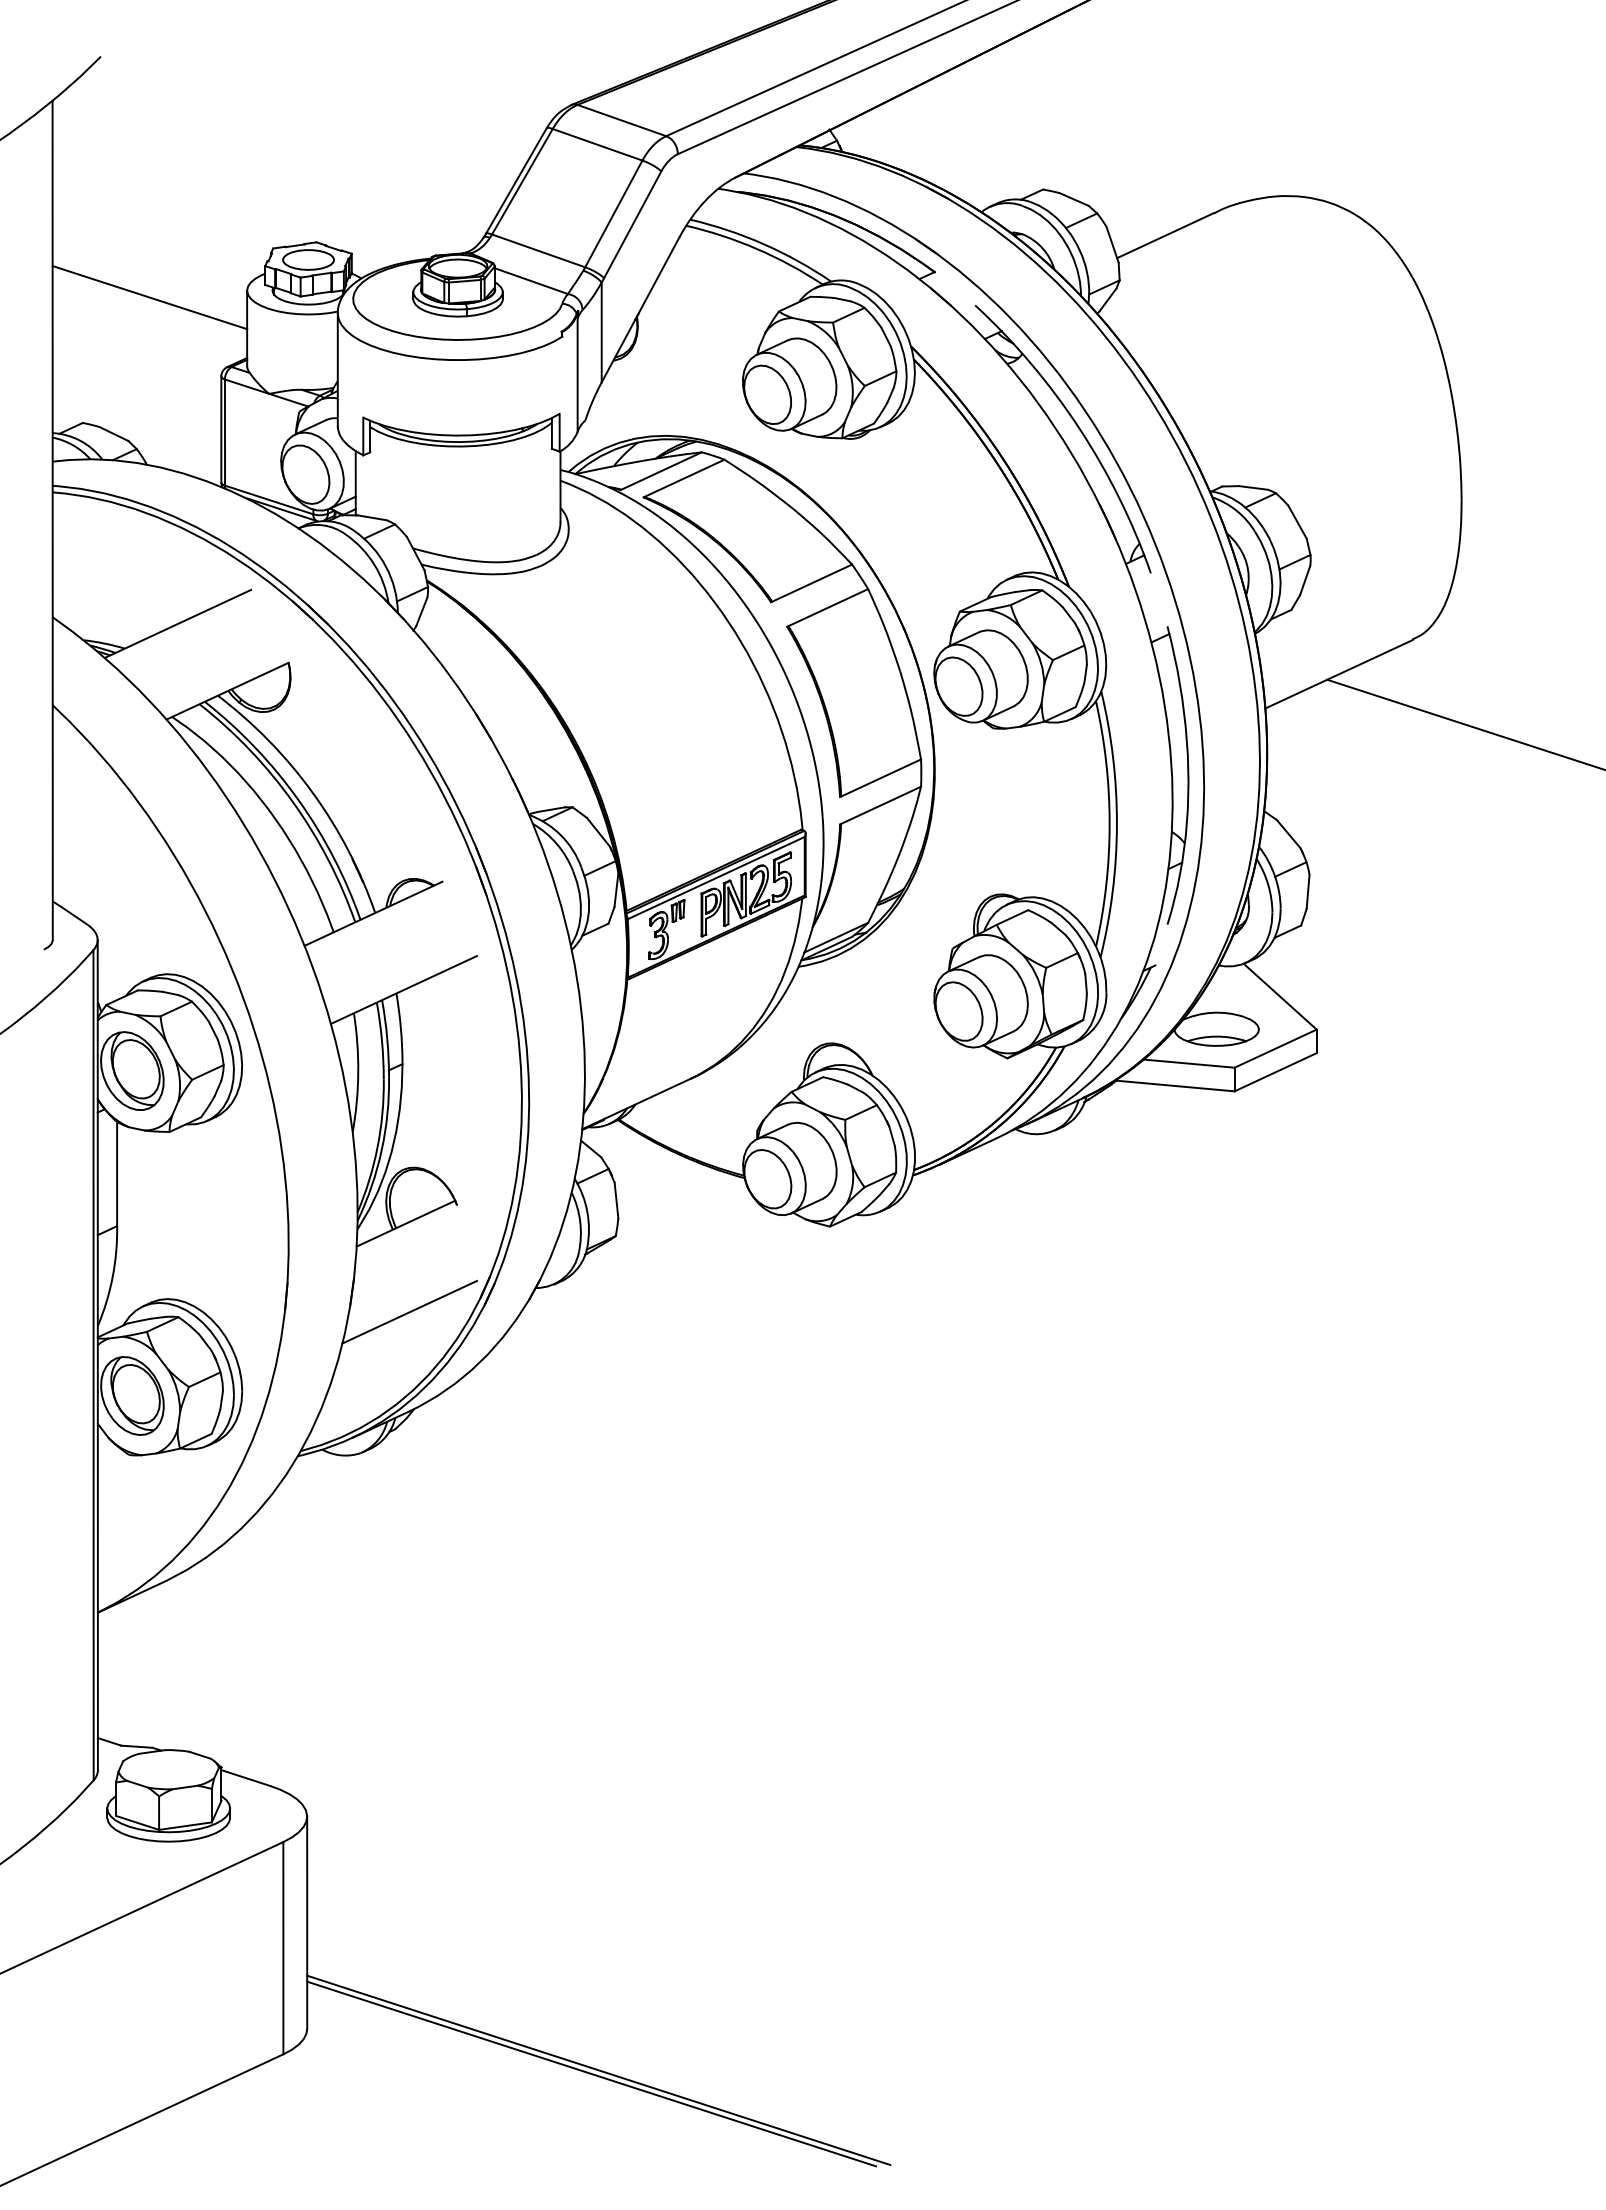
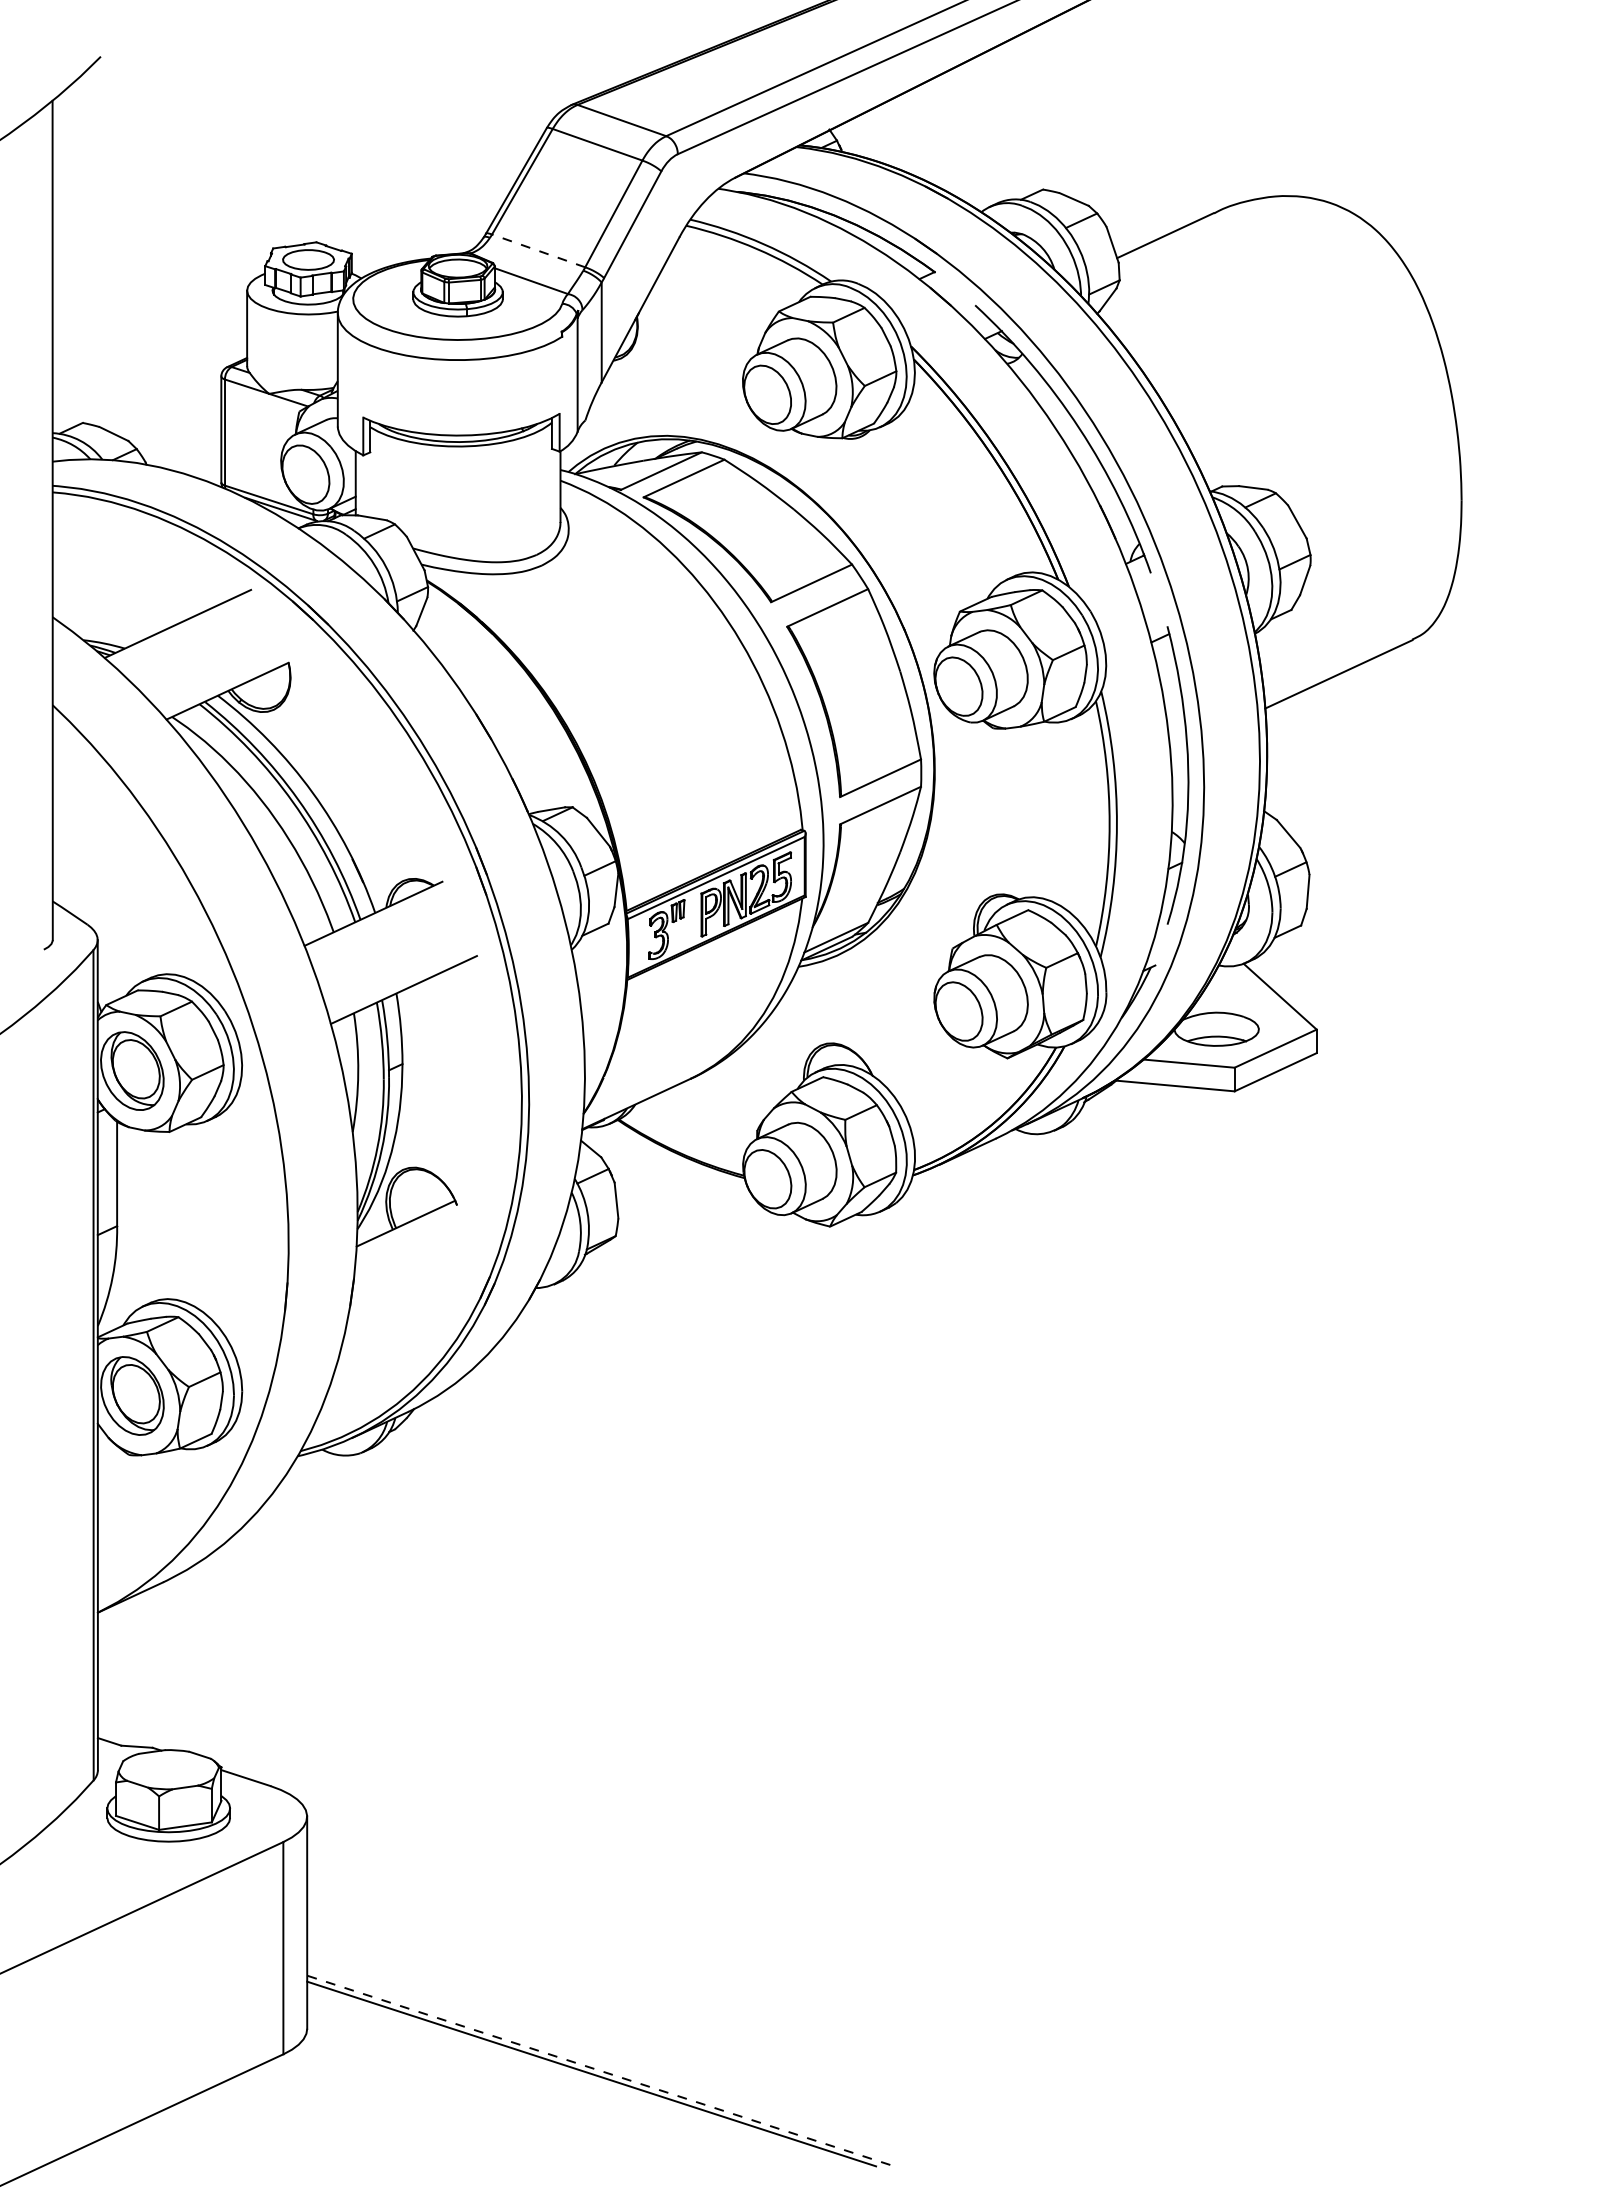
line at (538, 250): solid -> dashed
line at (149, 297): present -> none
line at (1464, 724): present -> none
line at (409, 1311): present -> none
line at (598, 2070): solid -> dashed
